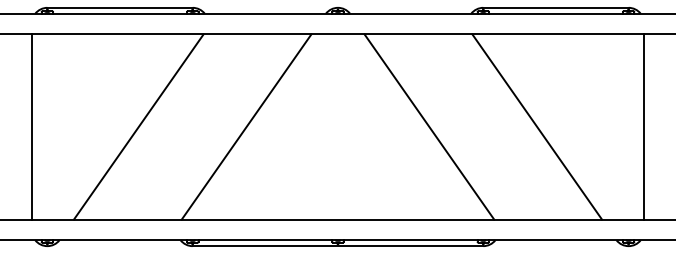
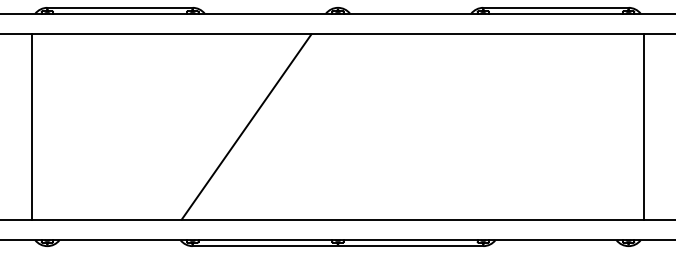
line at (138, 126): present -> none
line at (429, 126): present -> none
line at (537, 126): present -> none
